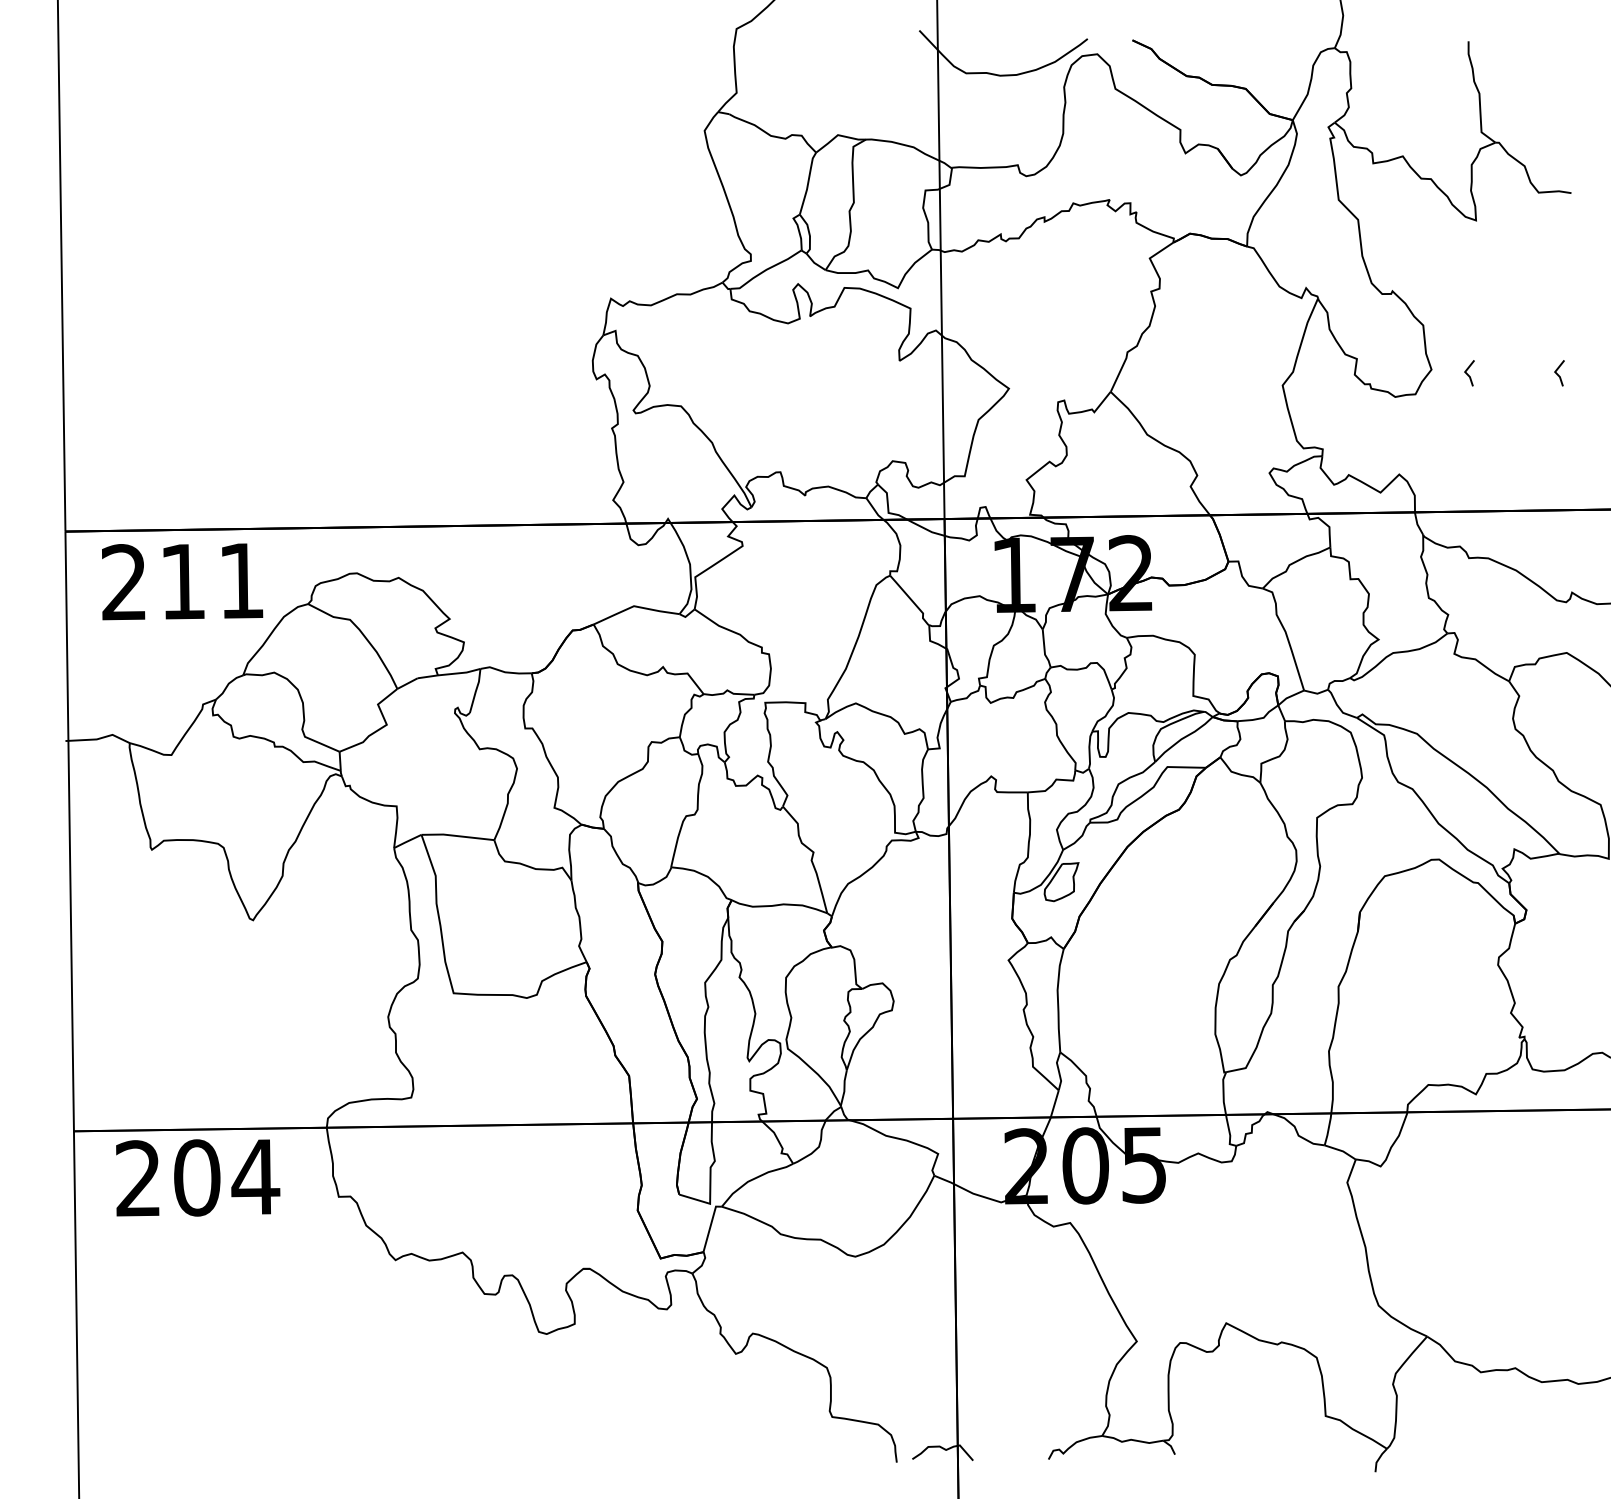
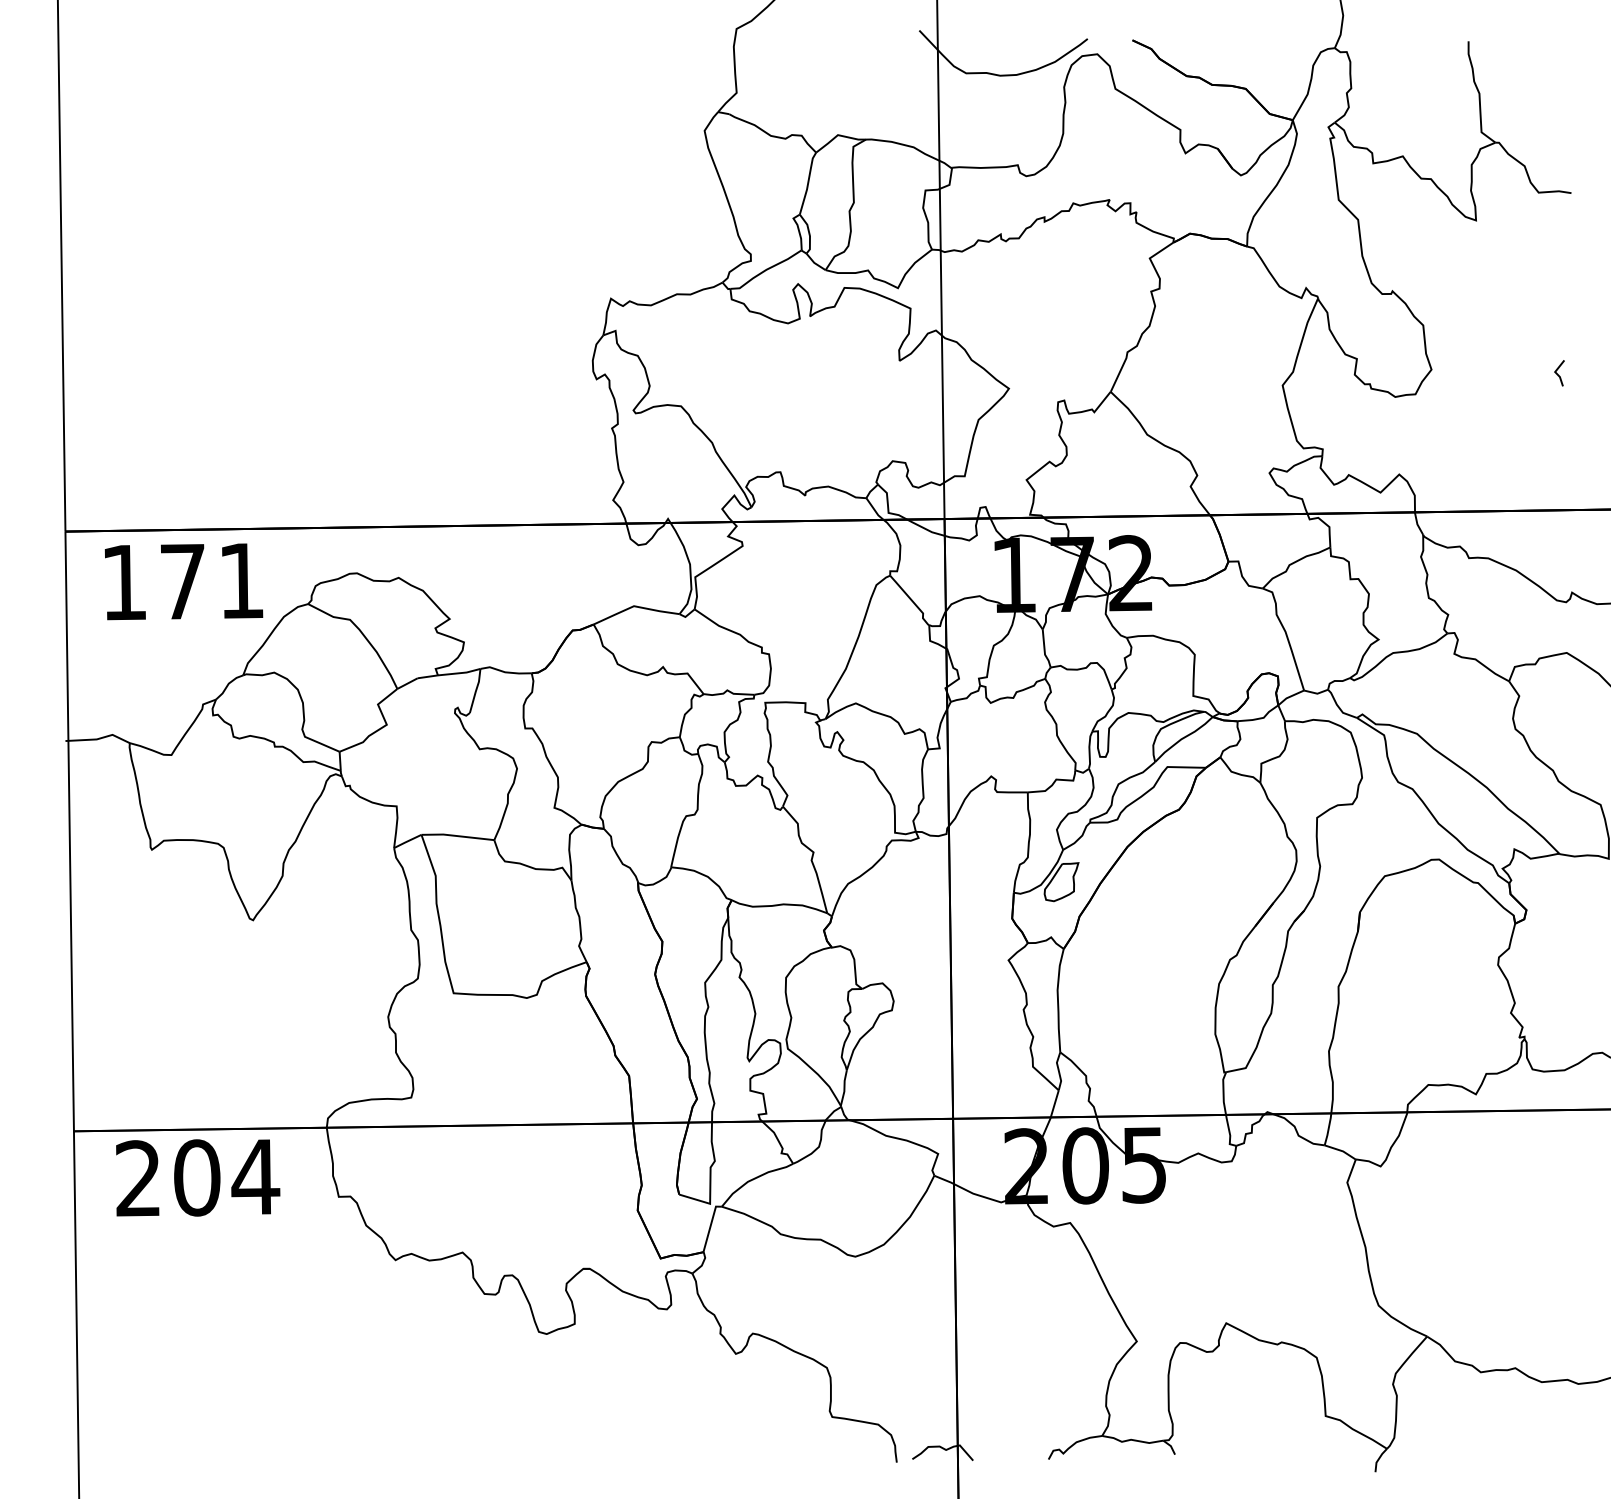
line at (1468, 374): present -> none
text at (153, 582): 211 -> 171
